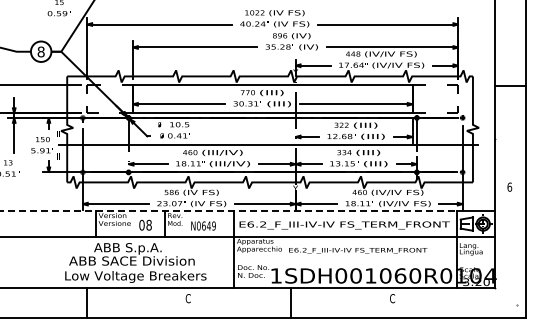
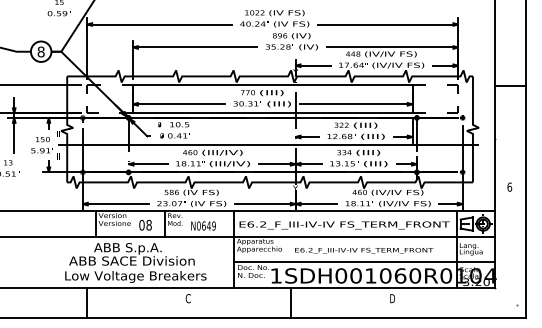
line at (229, 211): dashed -> solid
text at (358, 250) position: (358, 250) -> (364, 250)
line at (364, 262): none -> present
text at (392, 298): C -> D
